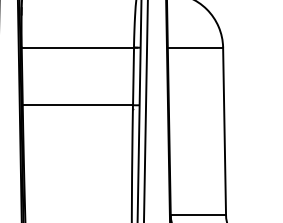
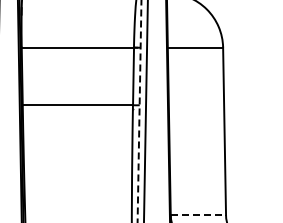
line at (139, 111): solid -> dashed
line at (198, 215): solid -> dashed
